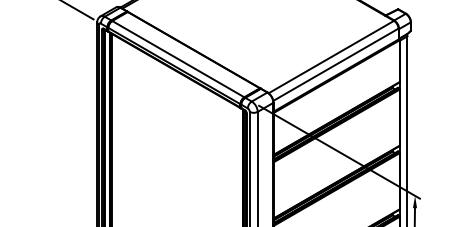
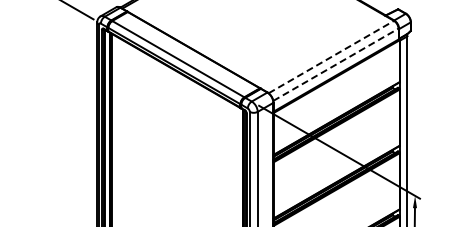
line at (331, 56): solid -> dashed
line at (336, 64): solid -> dashed
